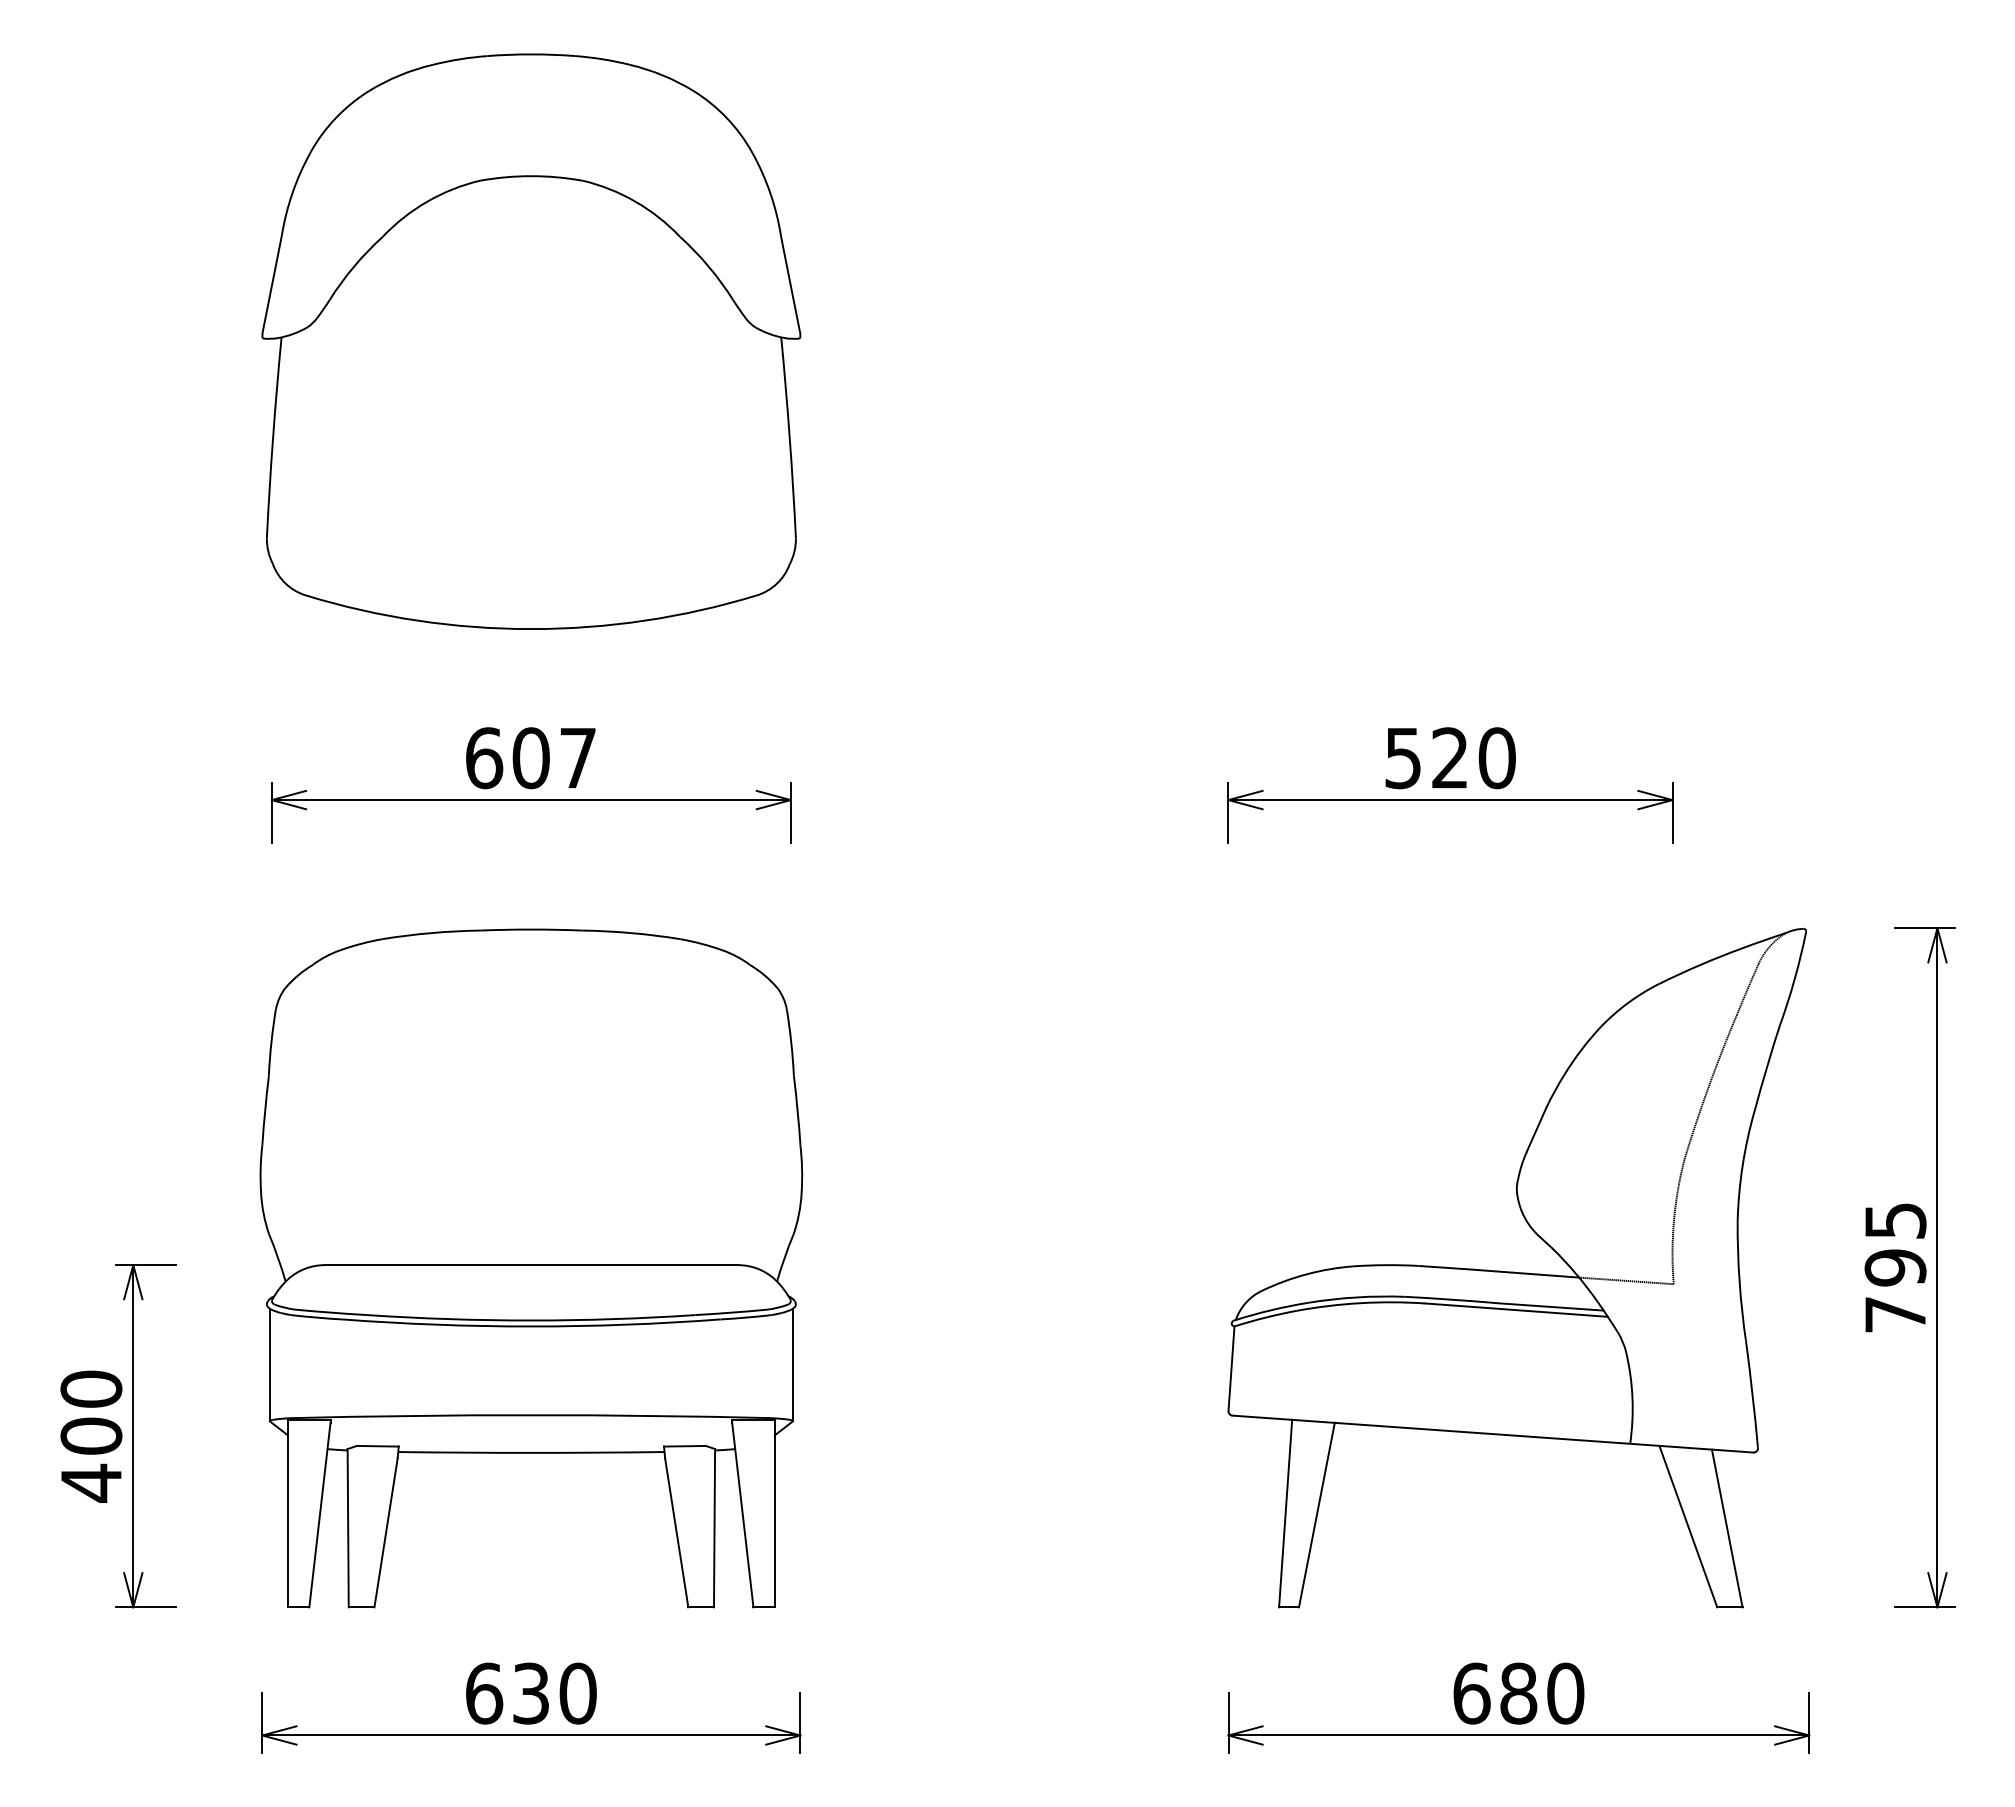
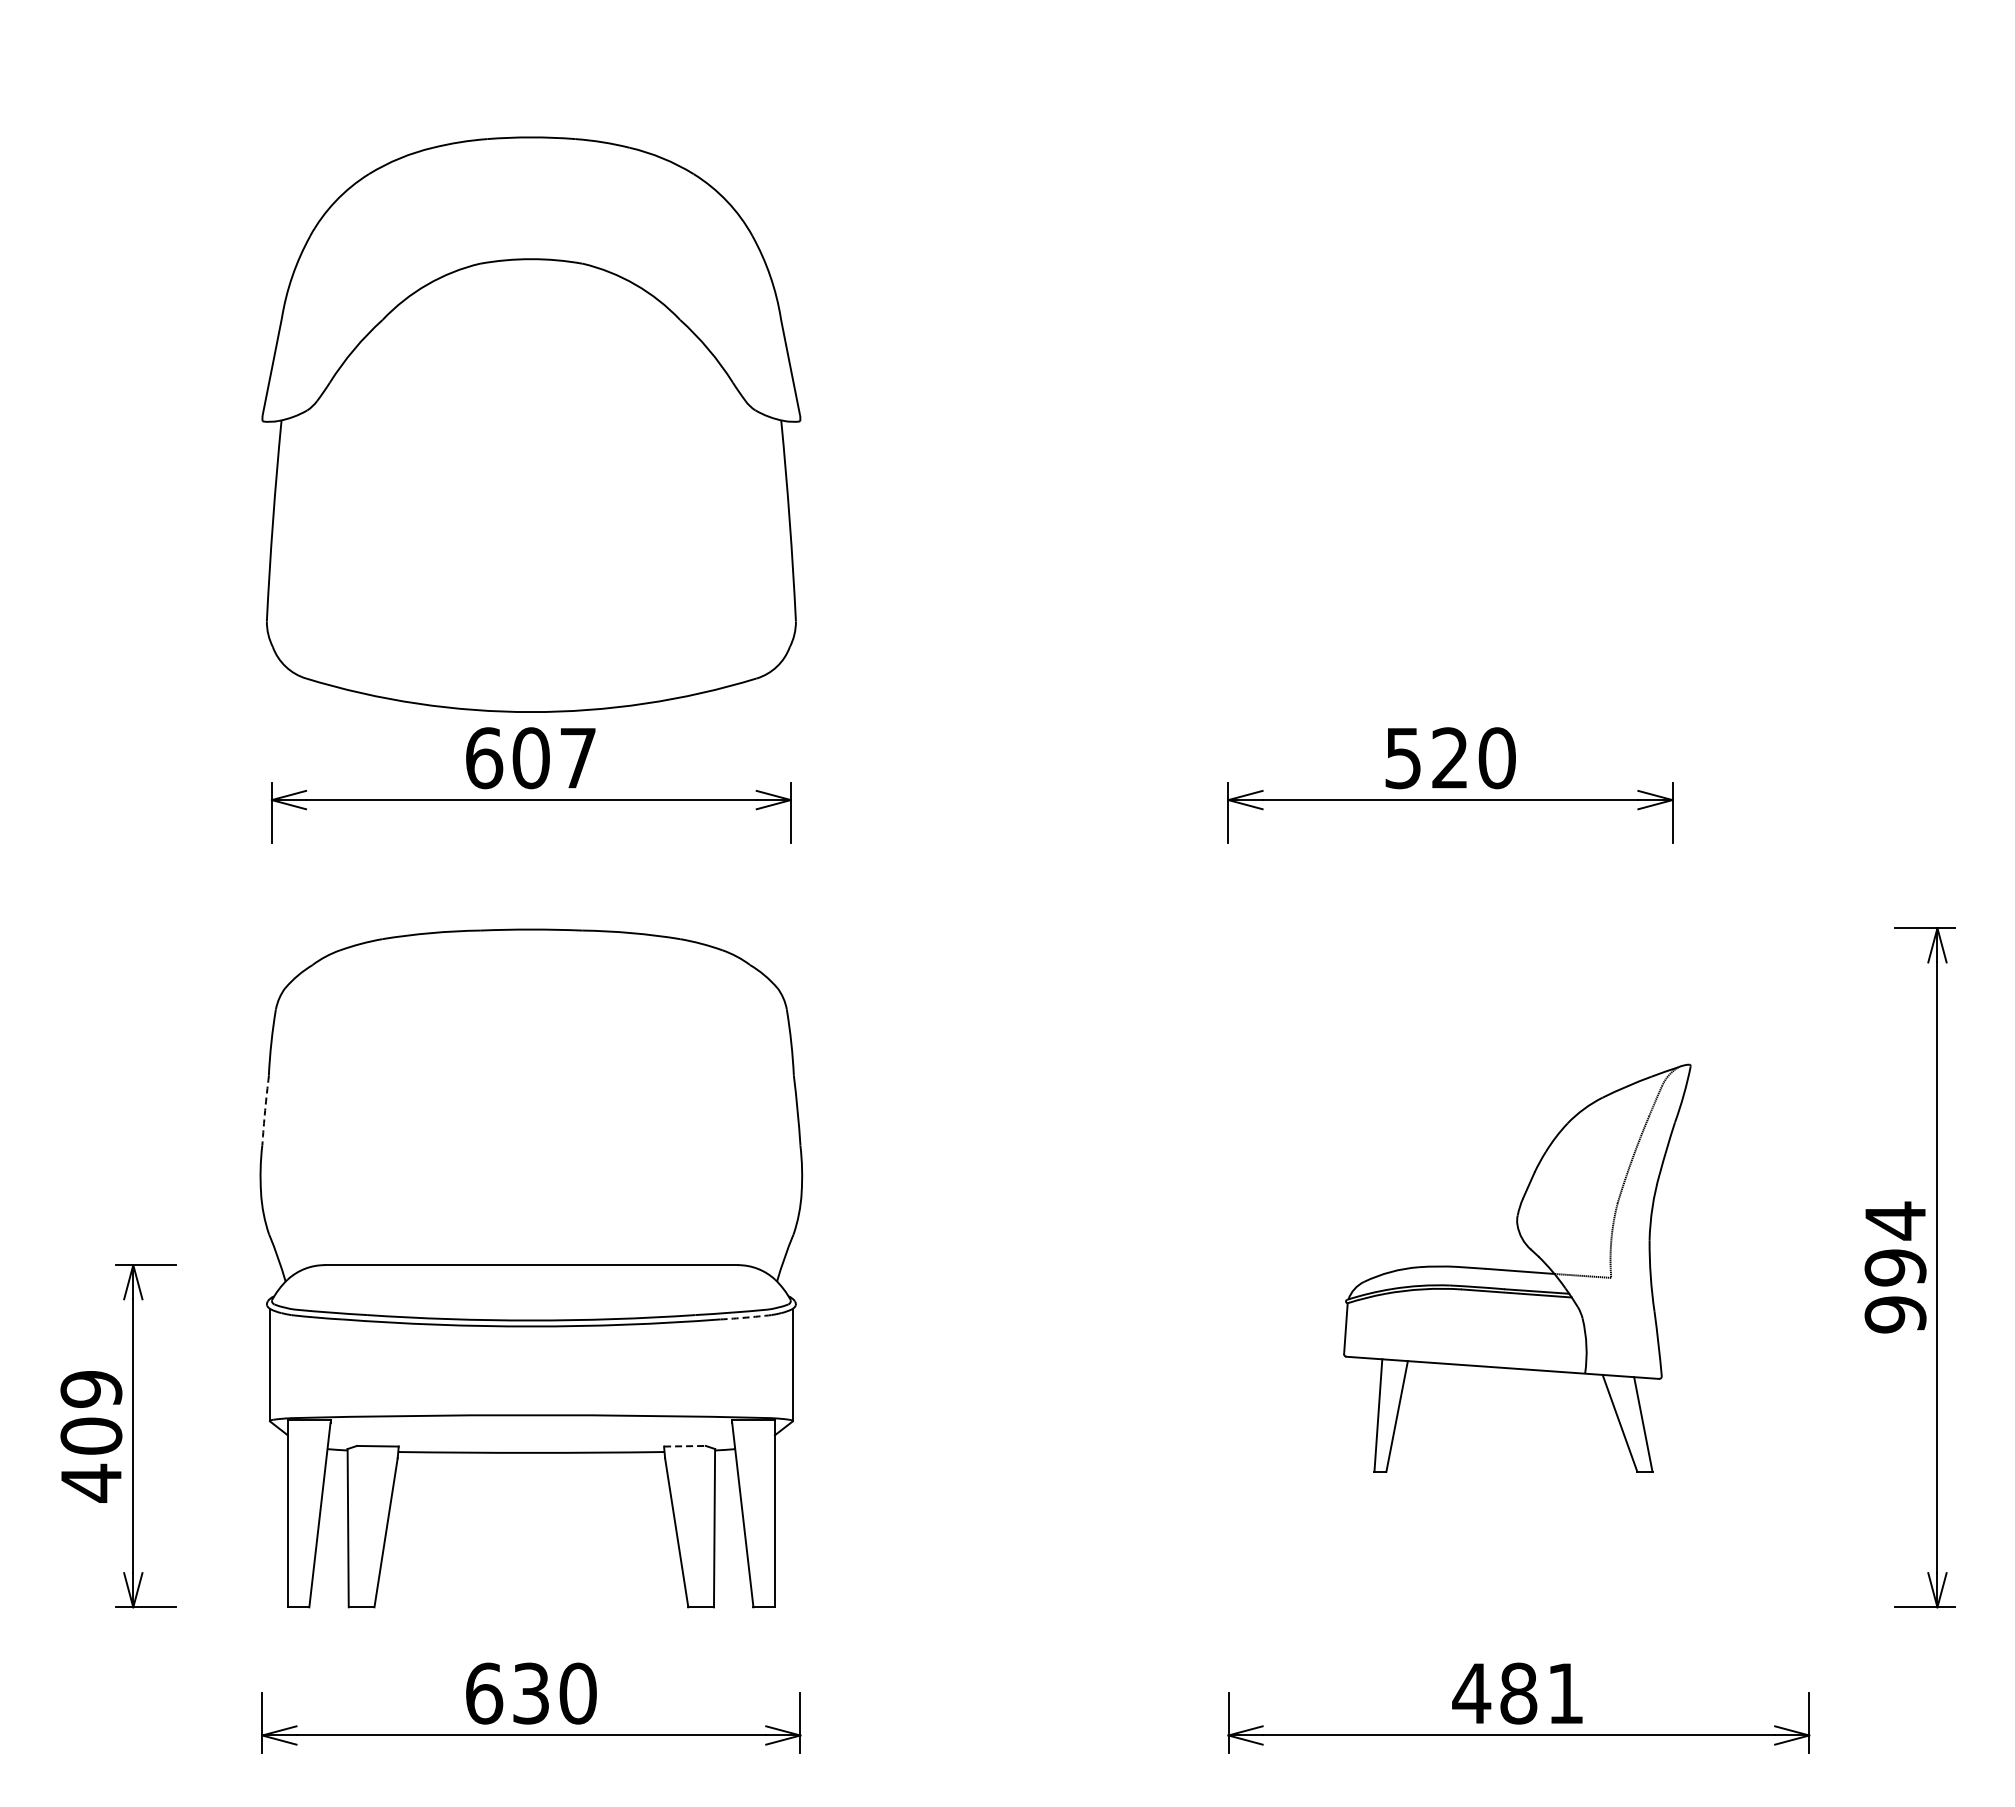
part at (531, 341) position: (531, 341) -> (531, 424)
arc at (265, 1110): solid -> dashed
text at (1895, 1267): 795 -> 994
part at (1517, 1268) size: 581x681 px -> 349x410 px
arc at (746, 1317): solid -> dashed
text at (91, 1388): 400 -> 409
line at (684, 1446): solid -> dashed
text at (1518, 1693): 680 -> 481
